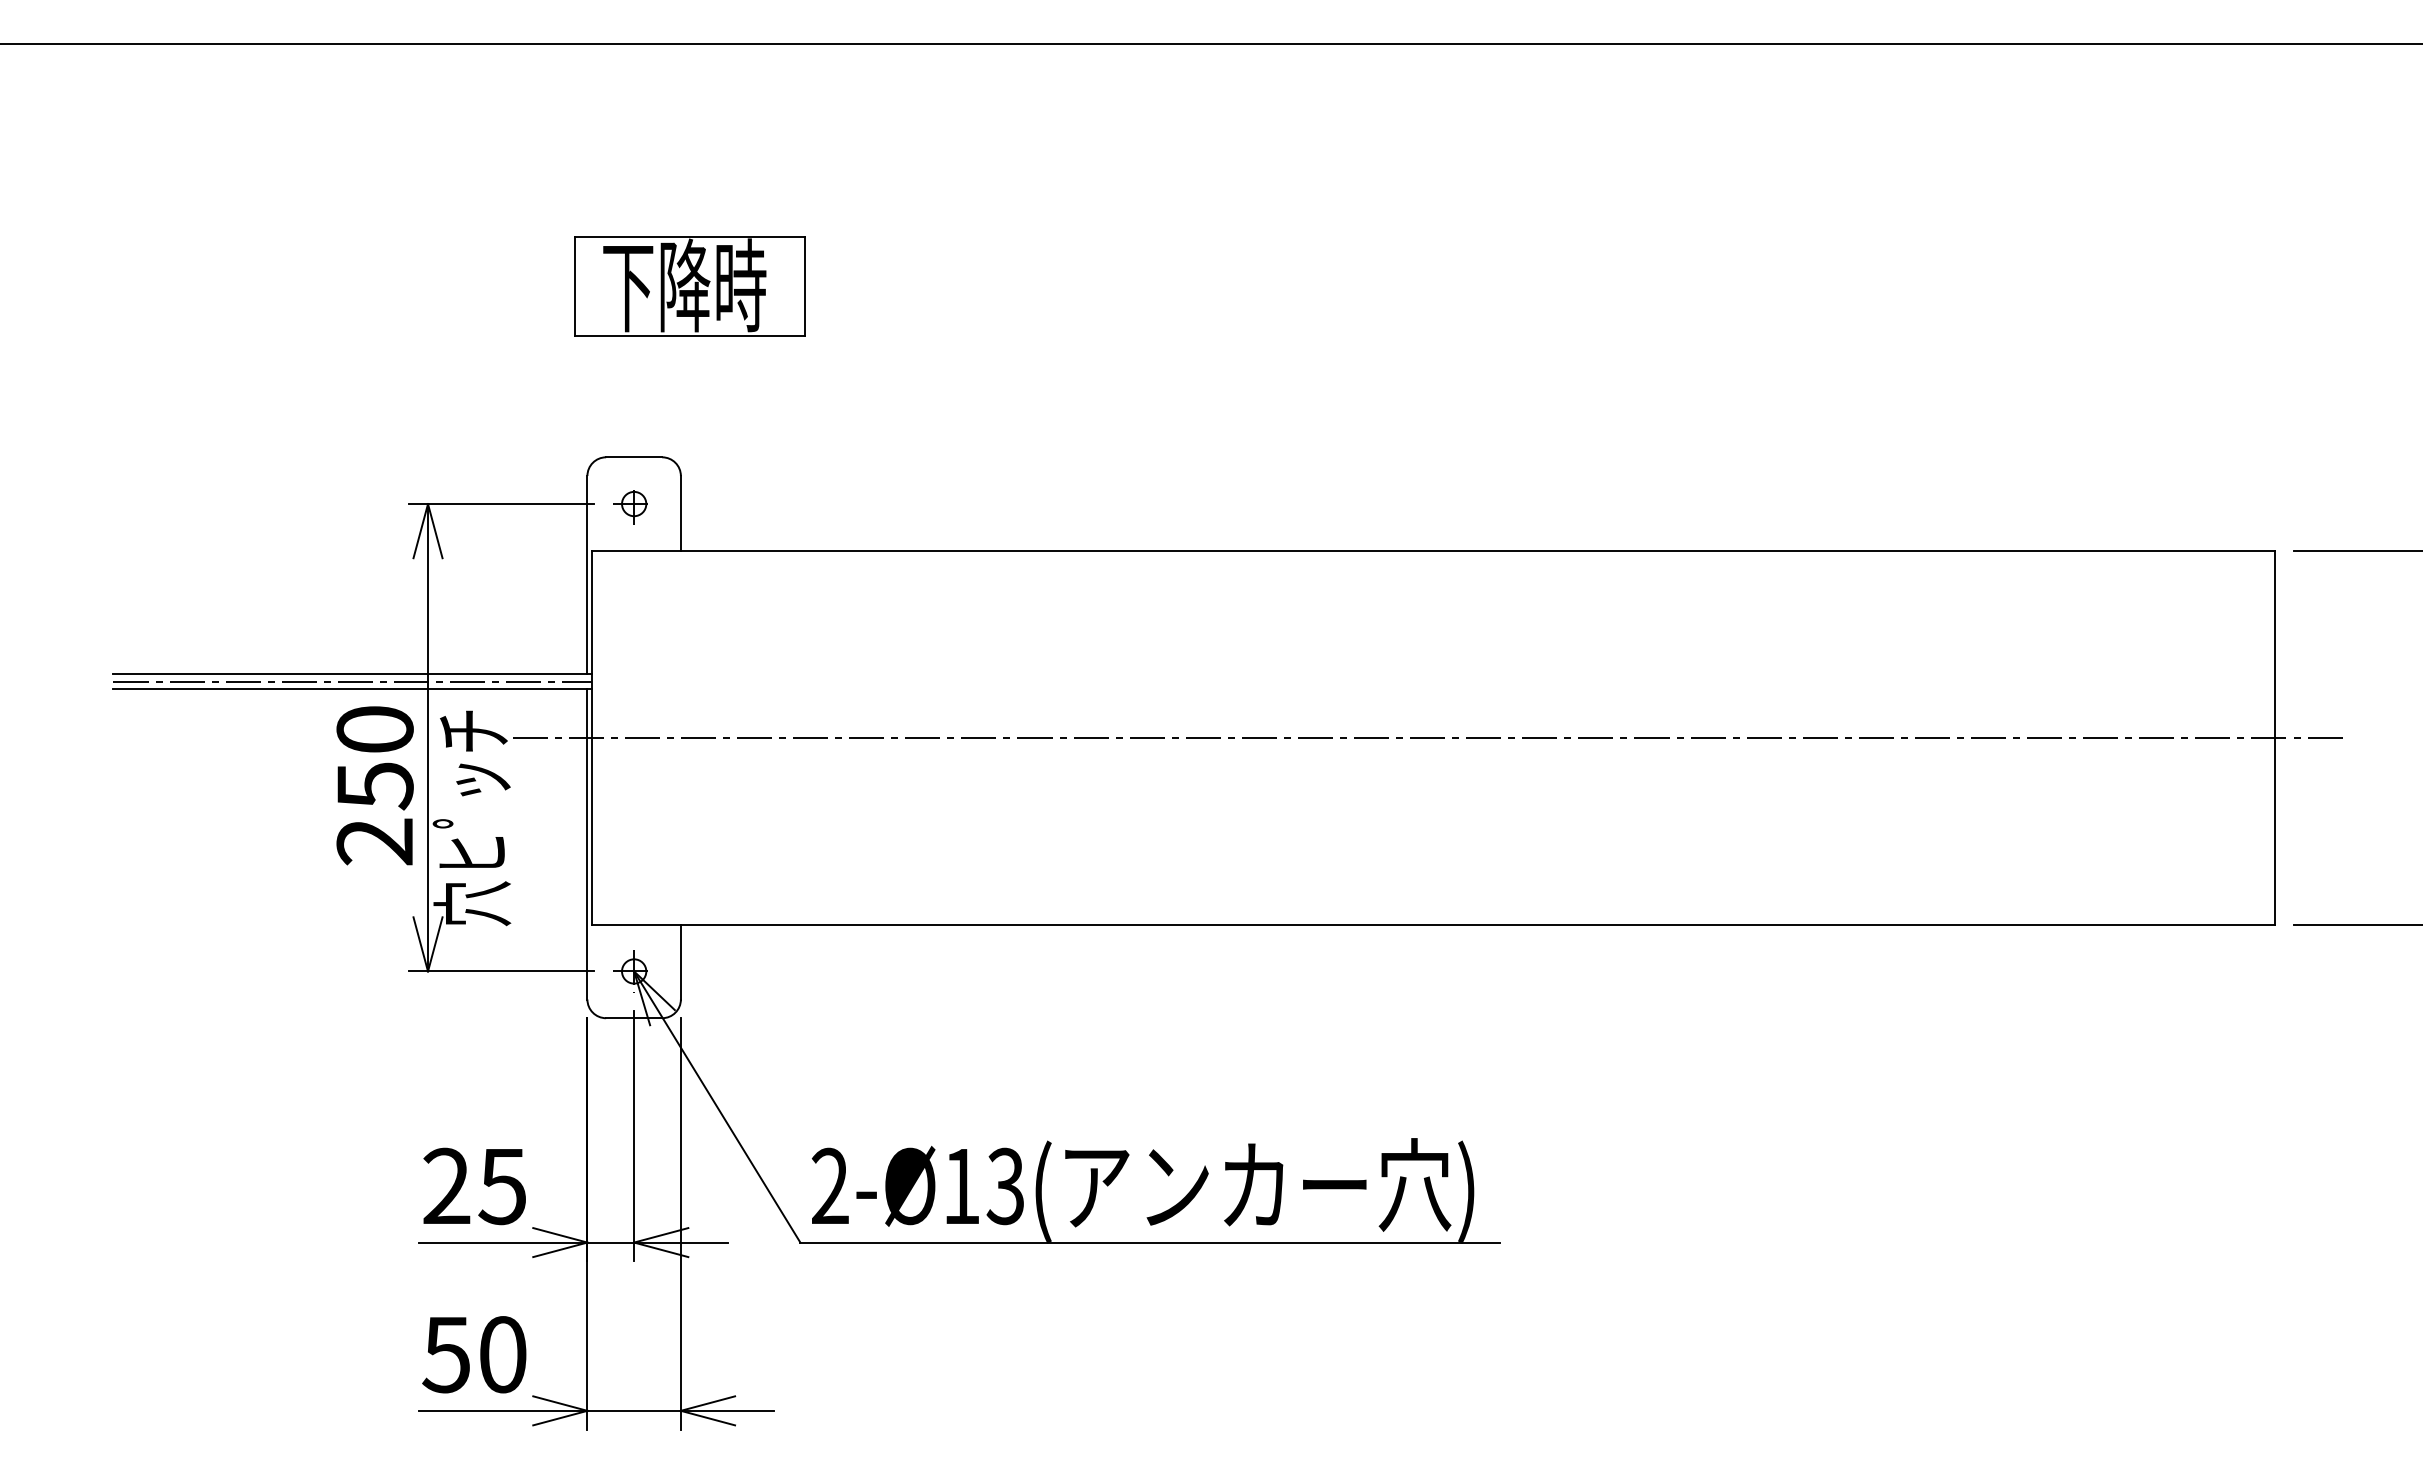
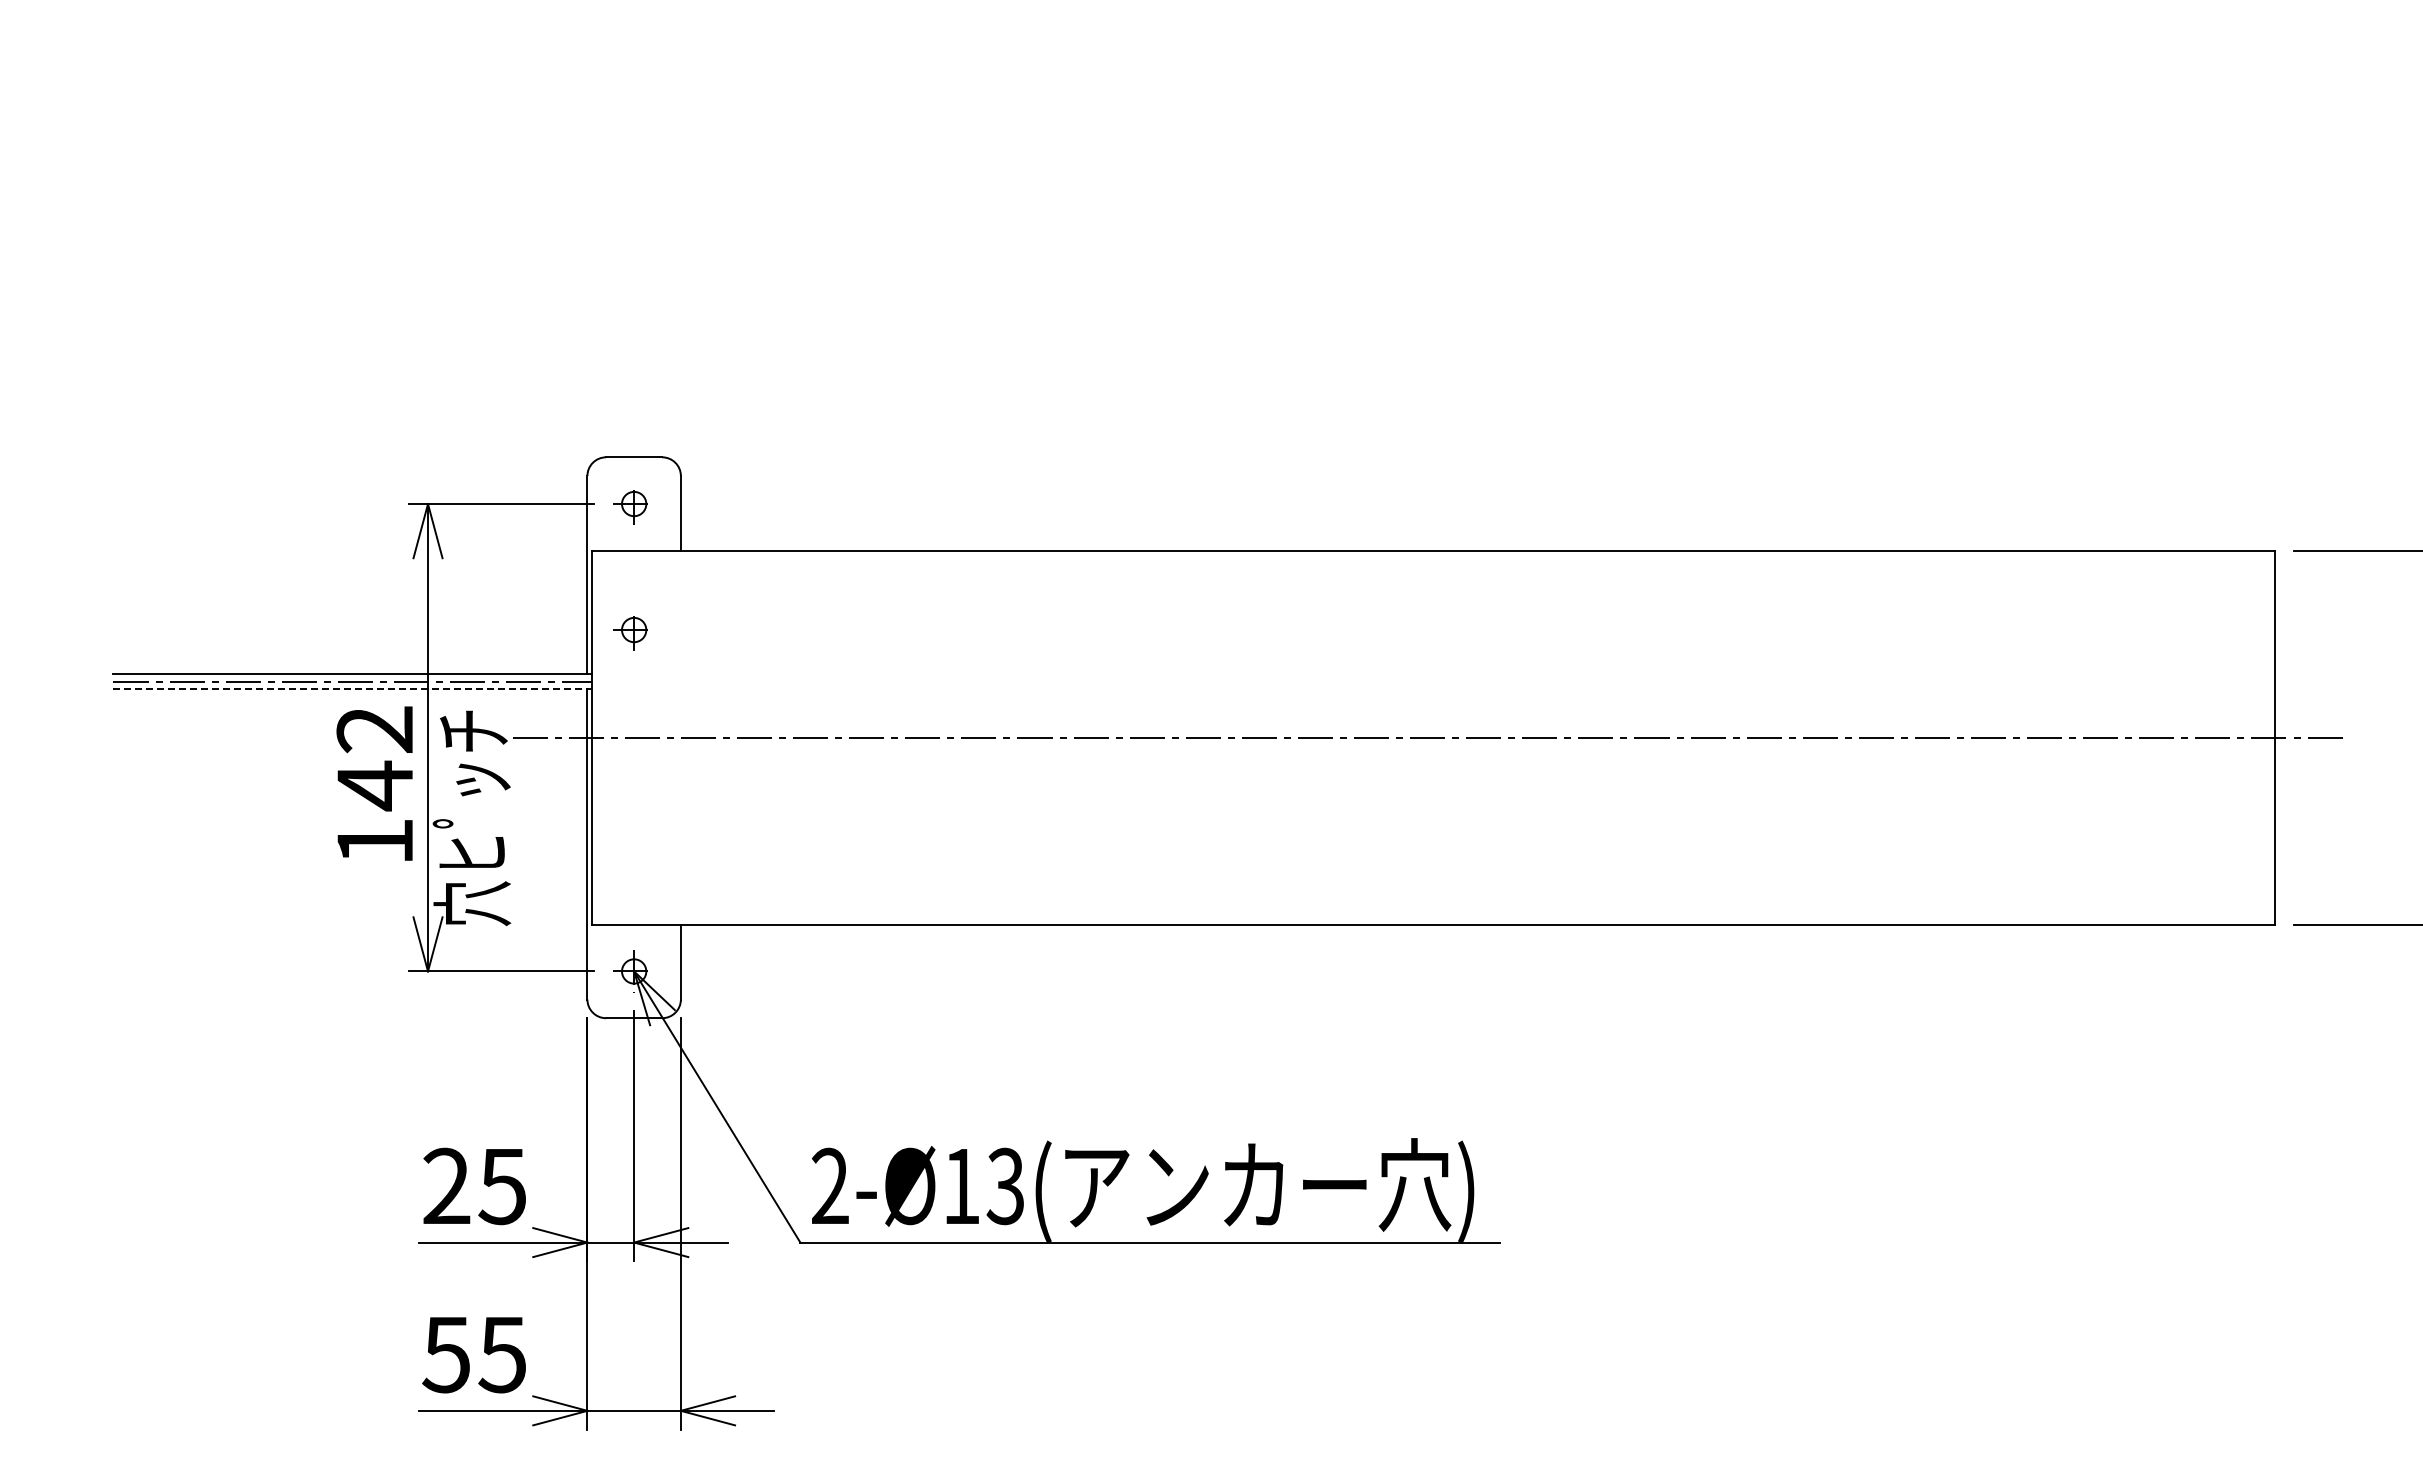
line at (1210, 44): present -> none
part at (689, 286): present -> none
part at (630, 633): none -> present
line at (352, 689): solid -> dashed
text at (374, 785): 250 -> 142
text at (502, 1354): 50 -> 55
